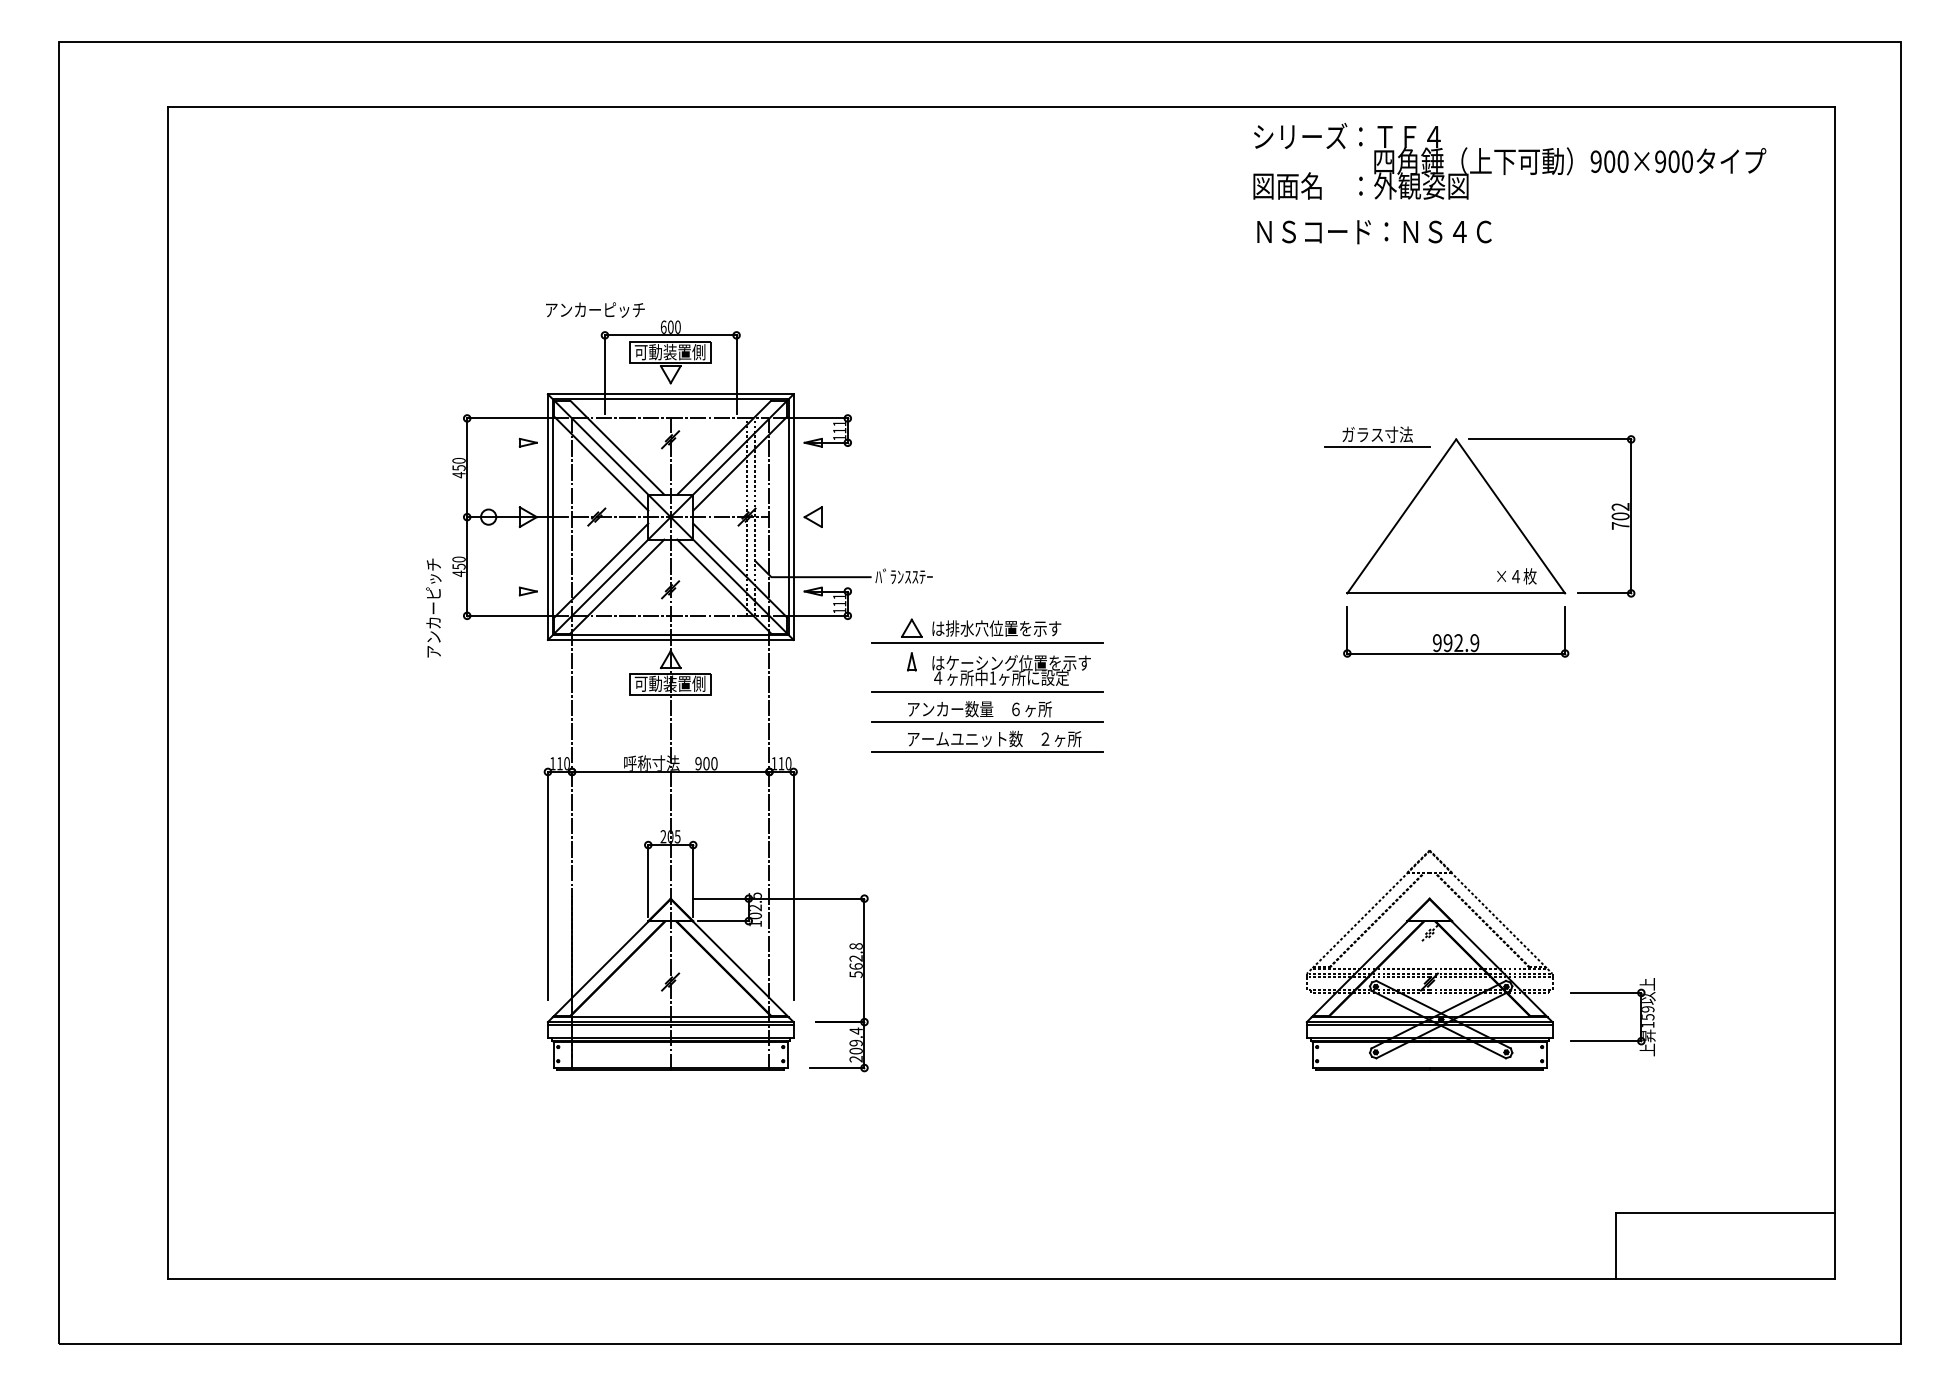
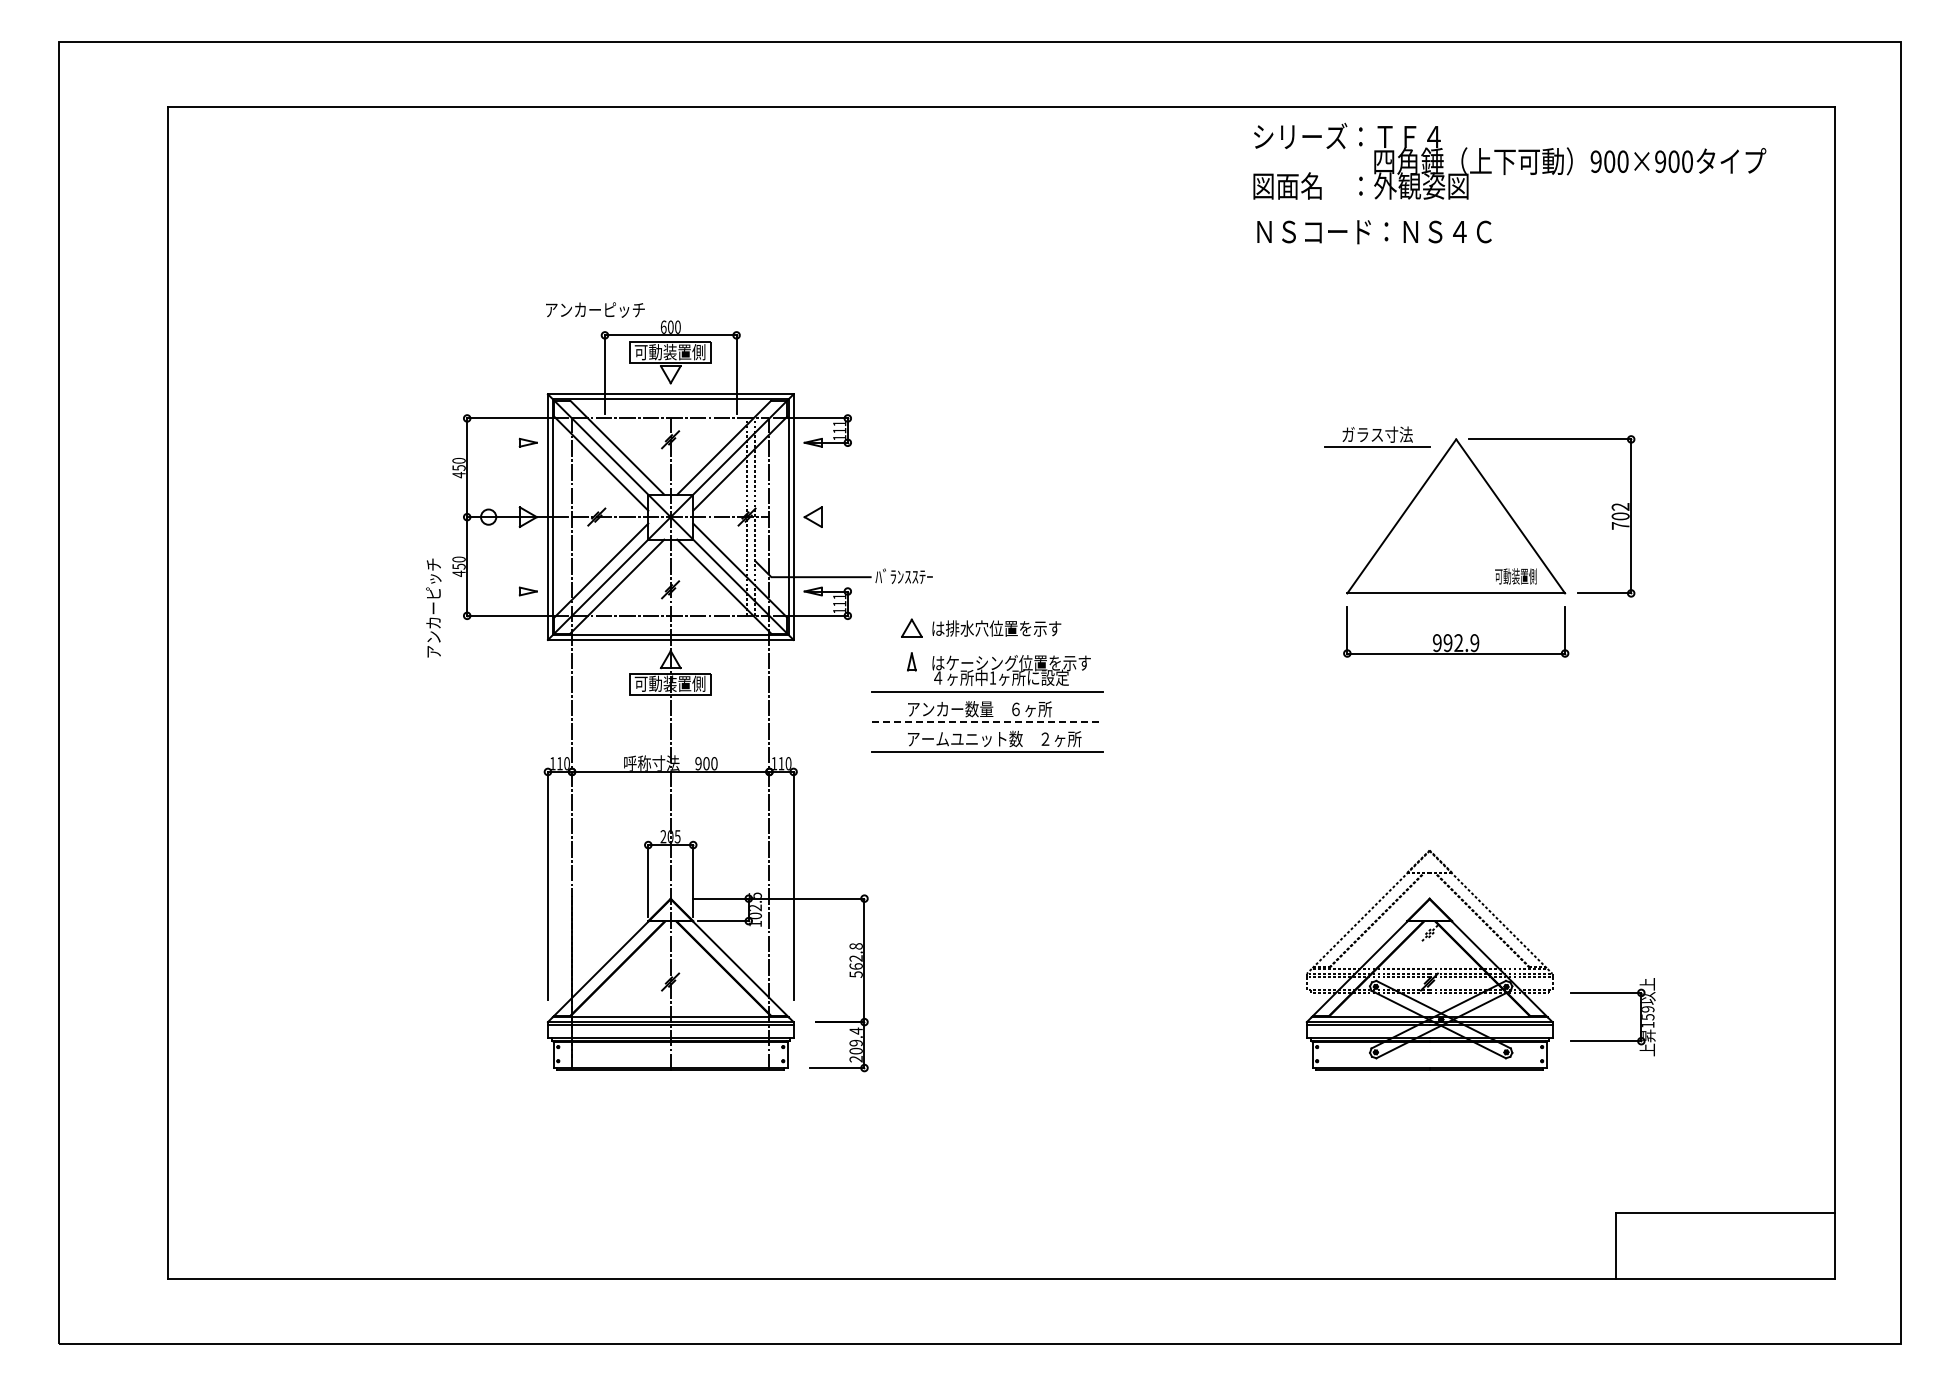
text at (1515, 576): ×４枚 -> 可動装置側
line at (987, 642): present -> none
line at (988, 722): solid -> dashed
